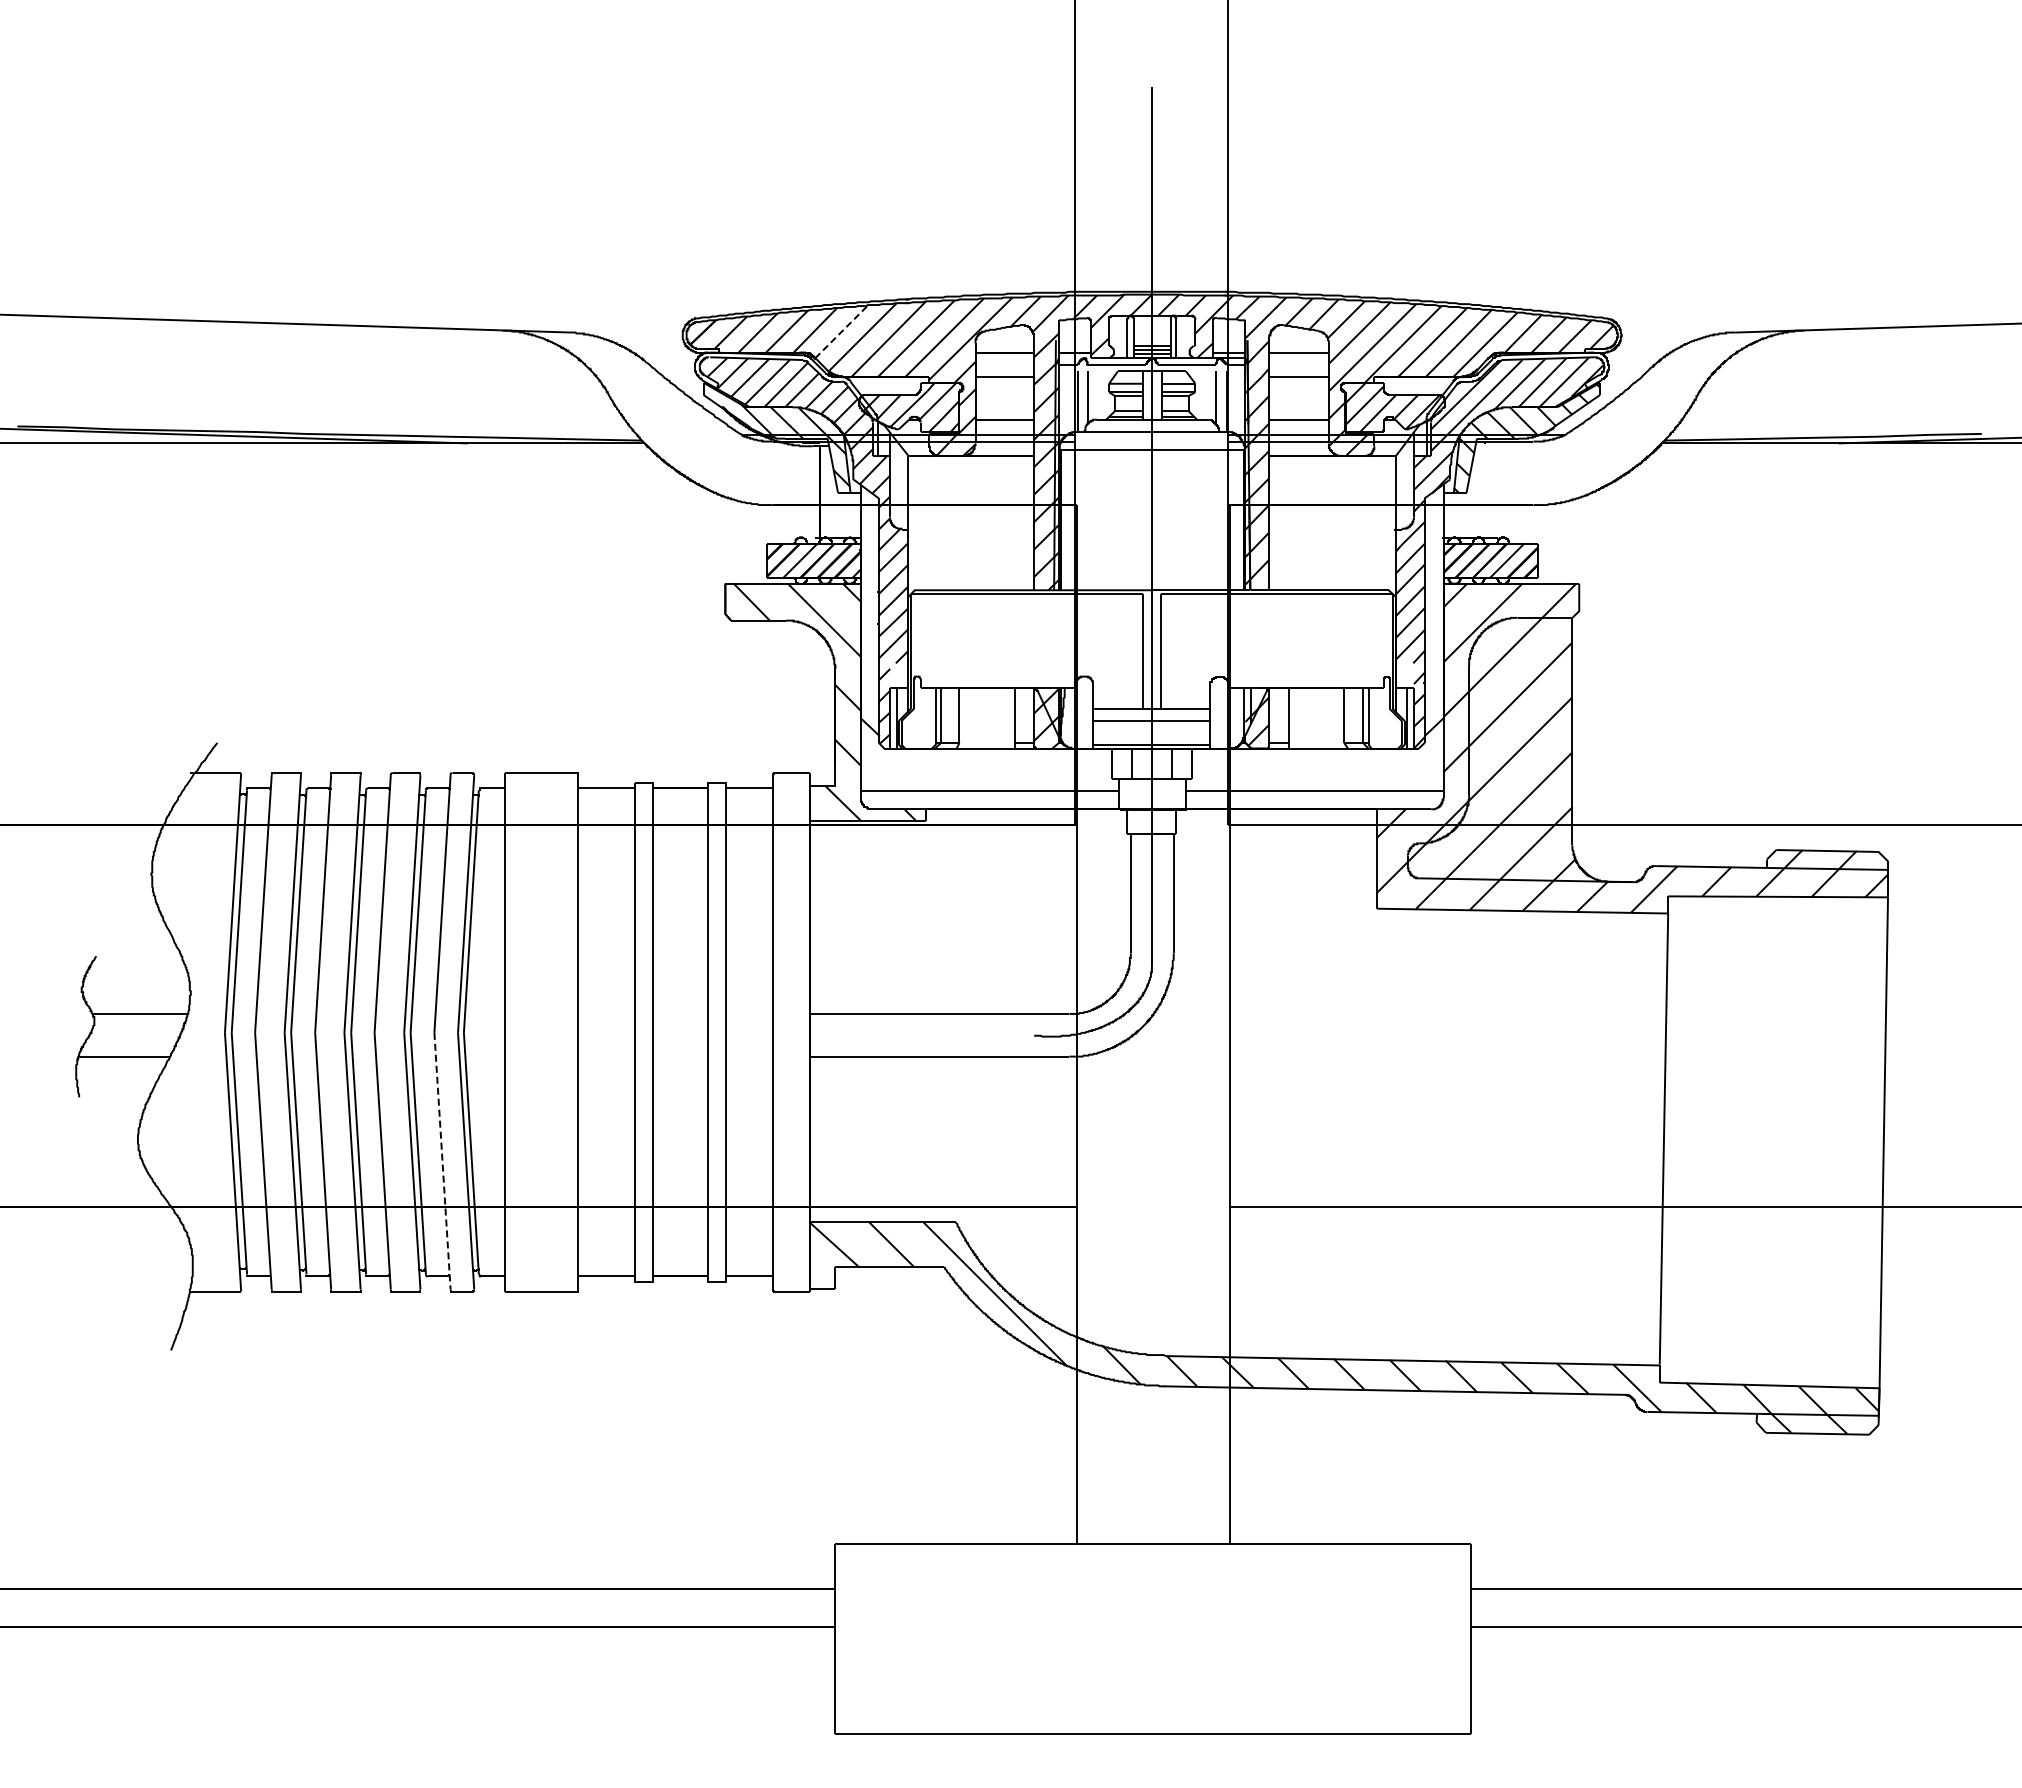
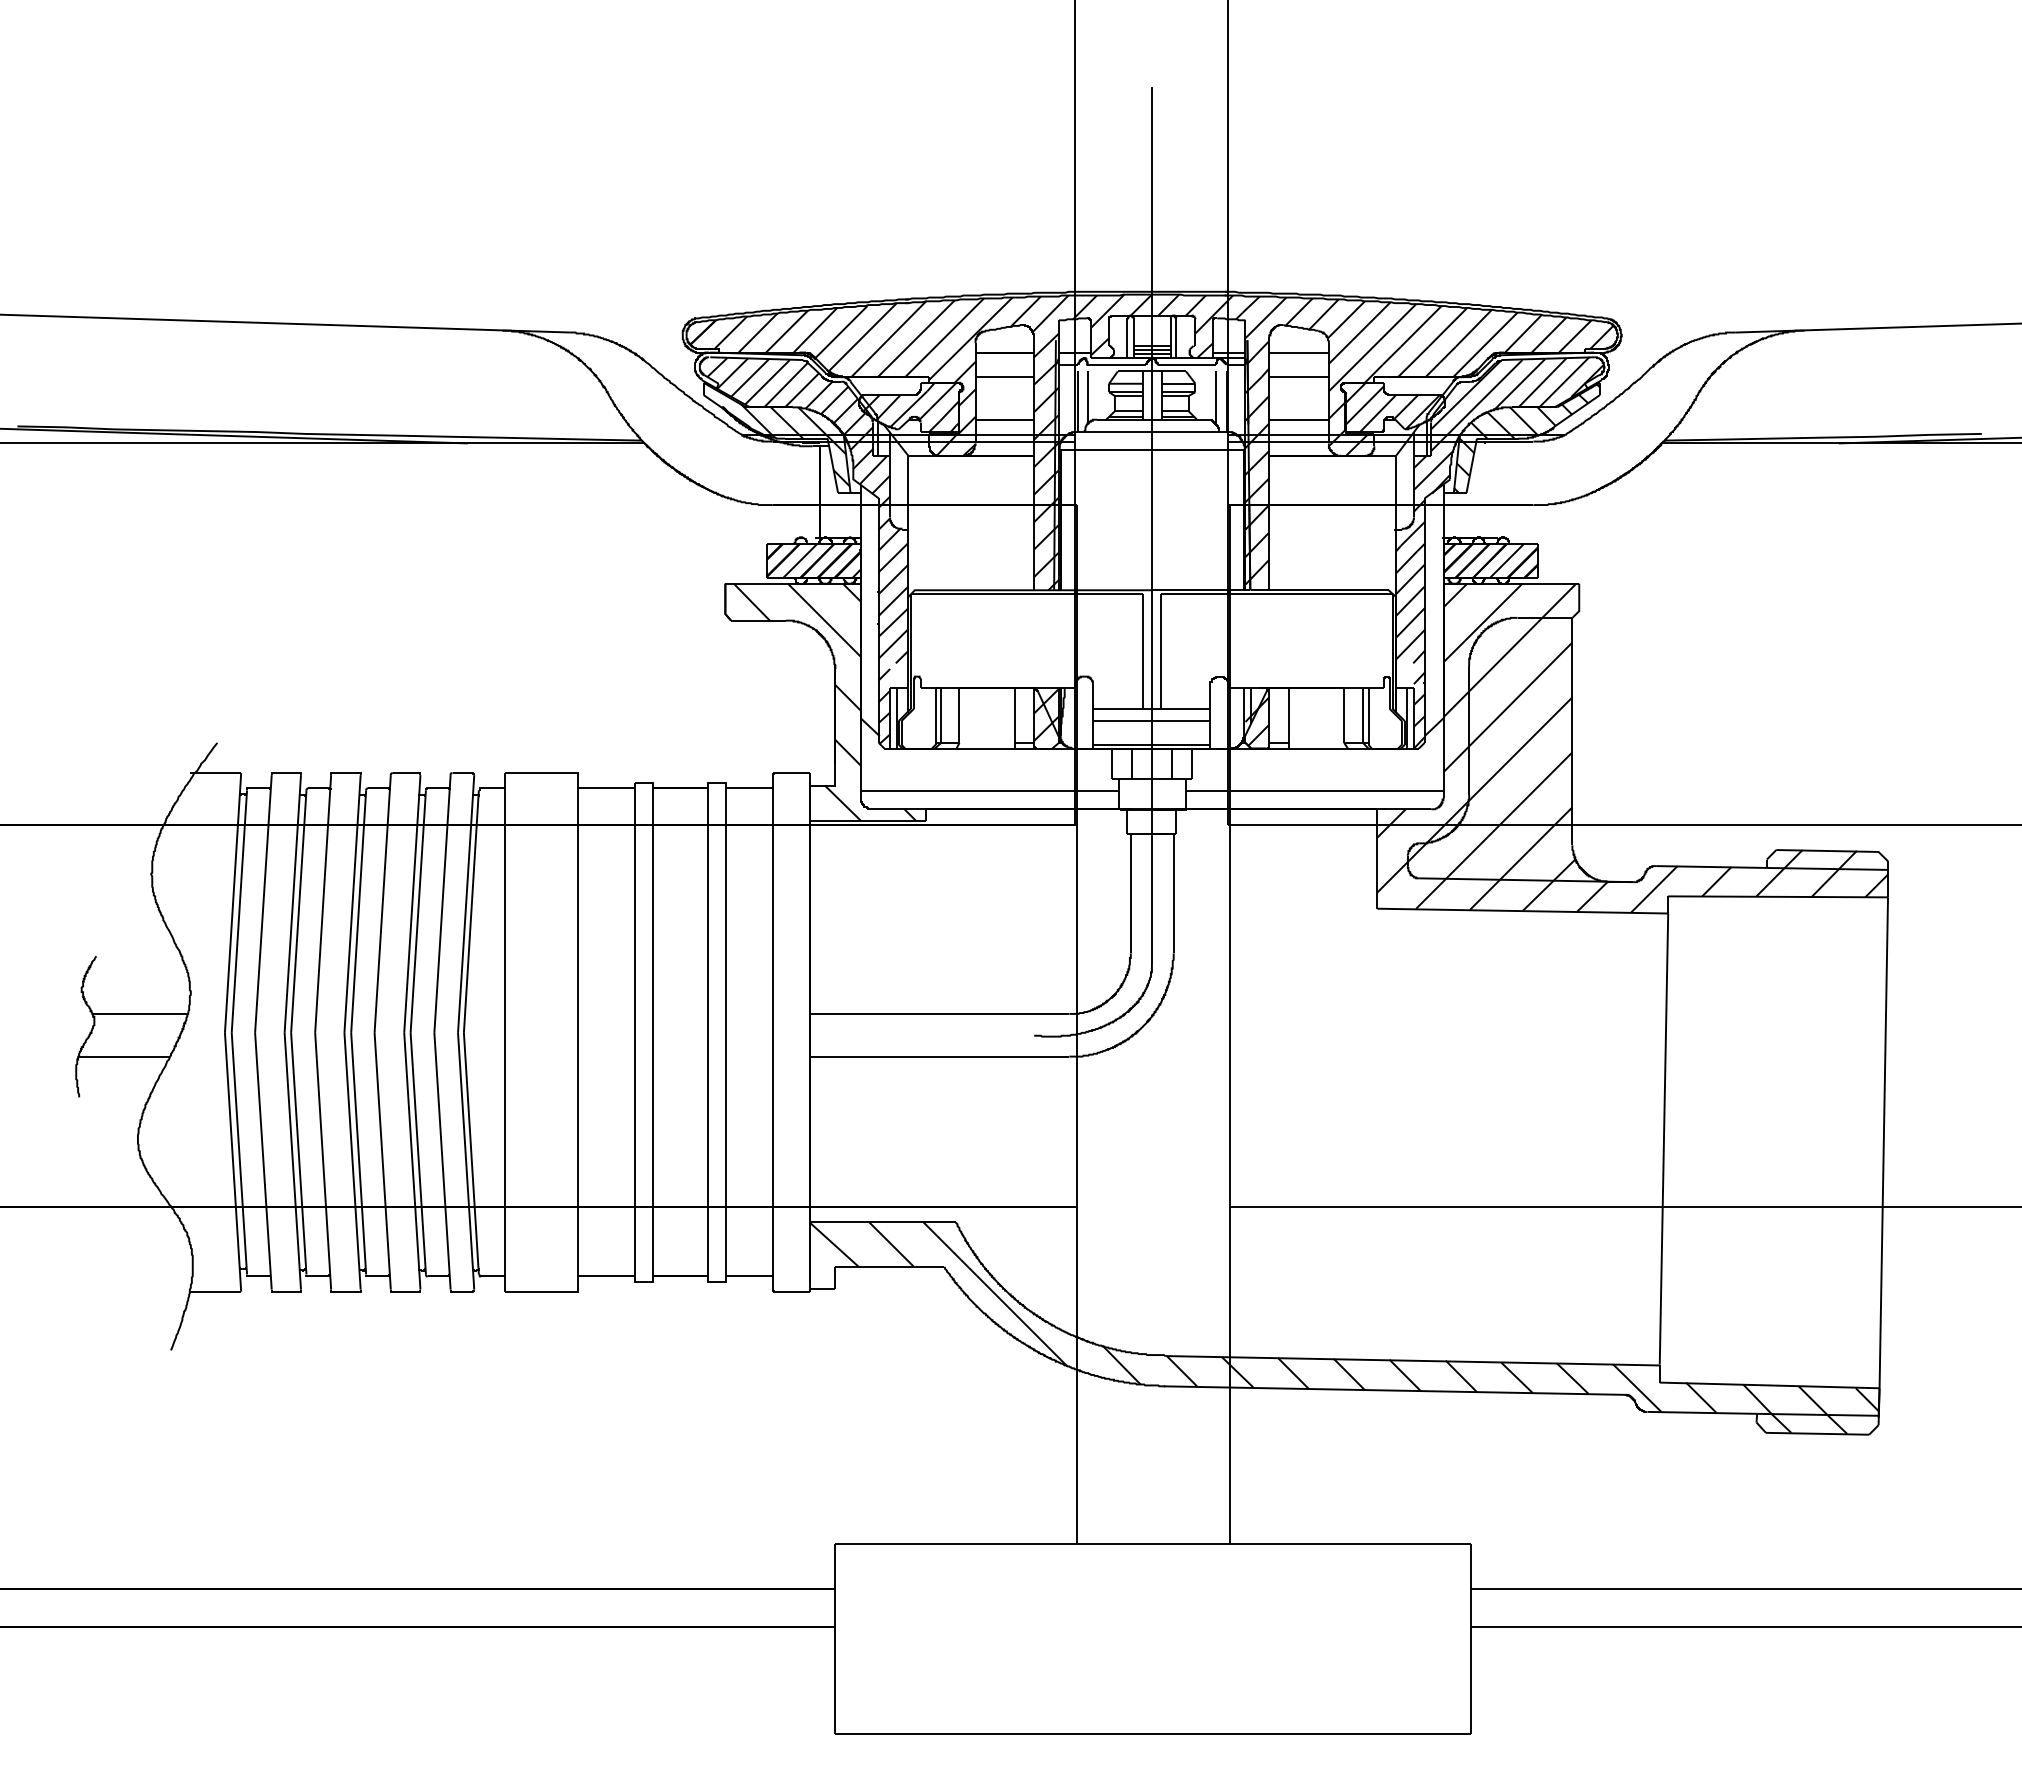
line at (841, 332): dashed -> solid
line at (442, 1161): dashed -> solid
